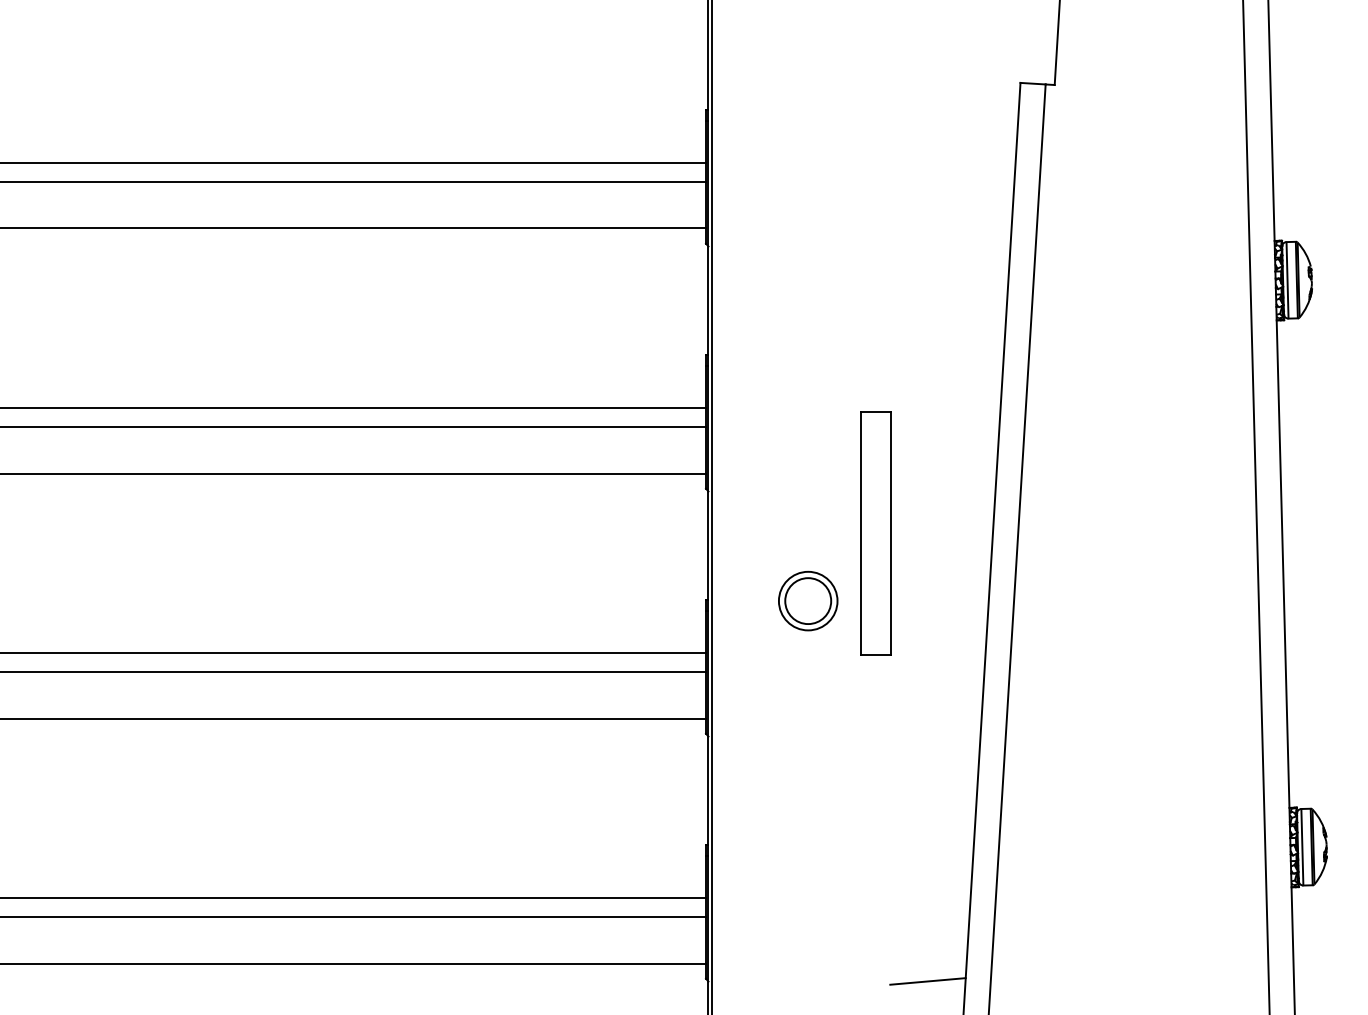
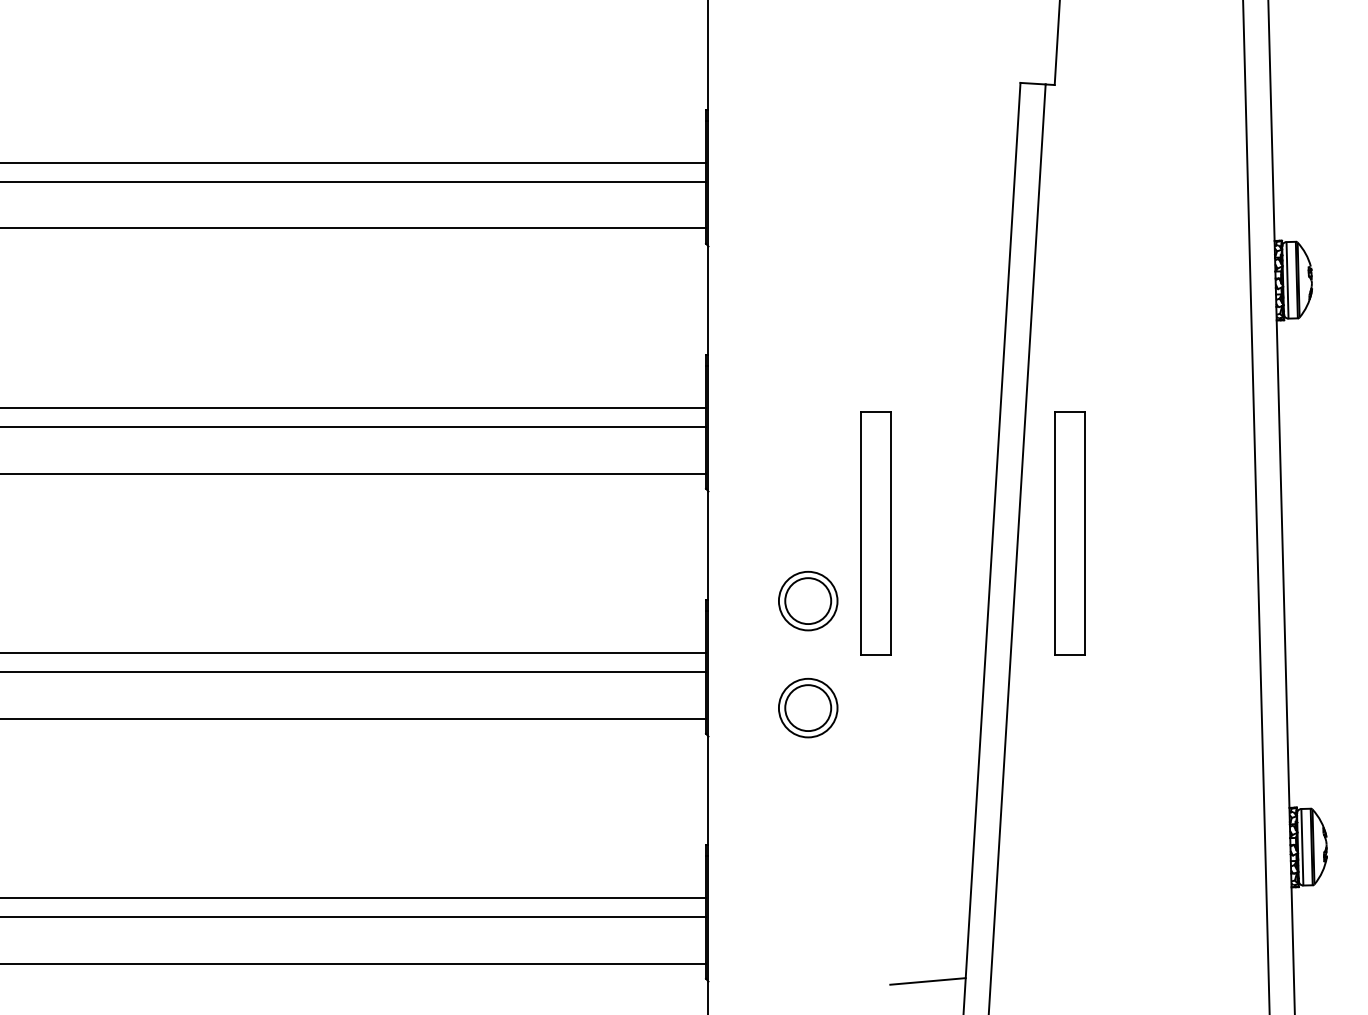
line at (711, 506): present -> none
part at (1069, 533): none -> present
part at (808, 707): none -> present
